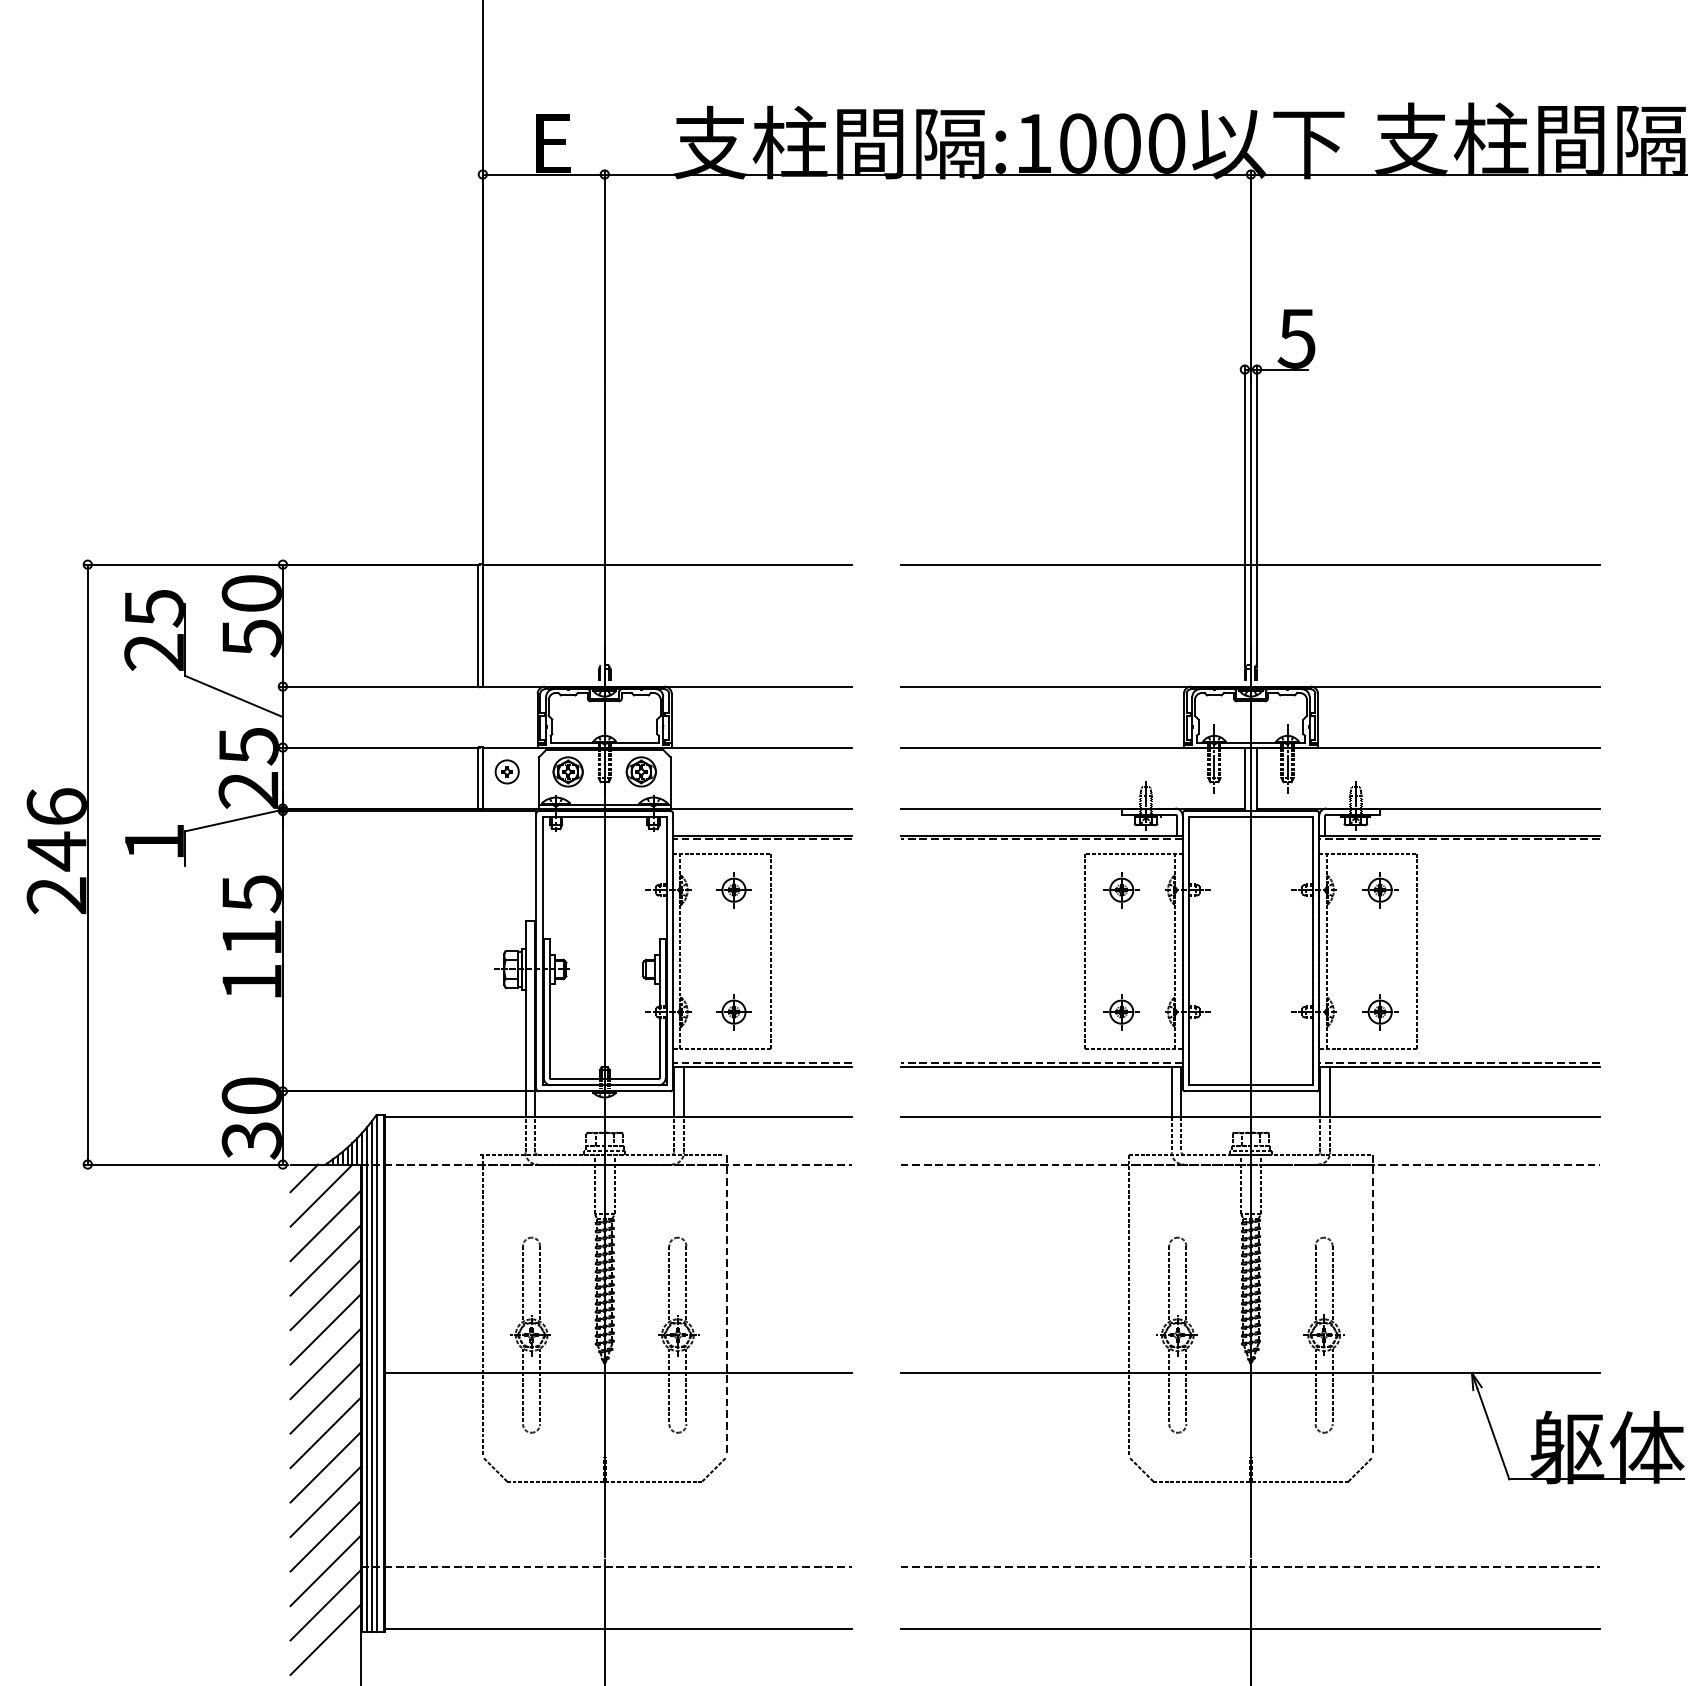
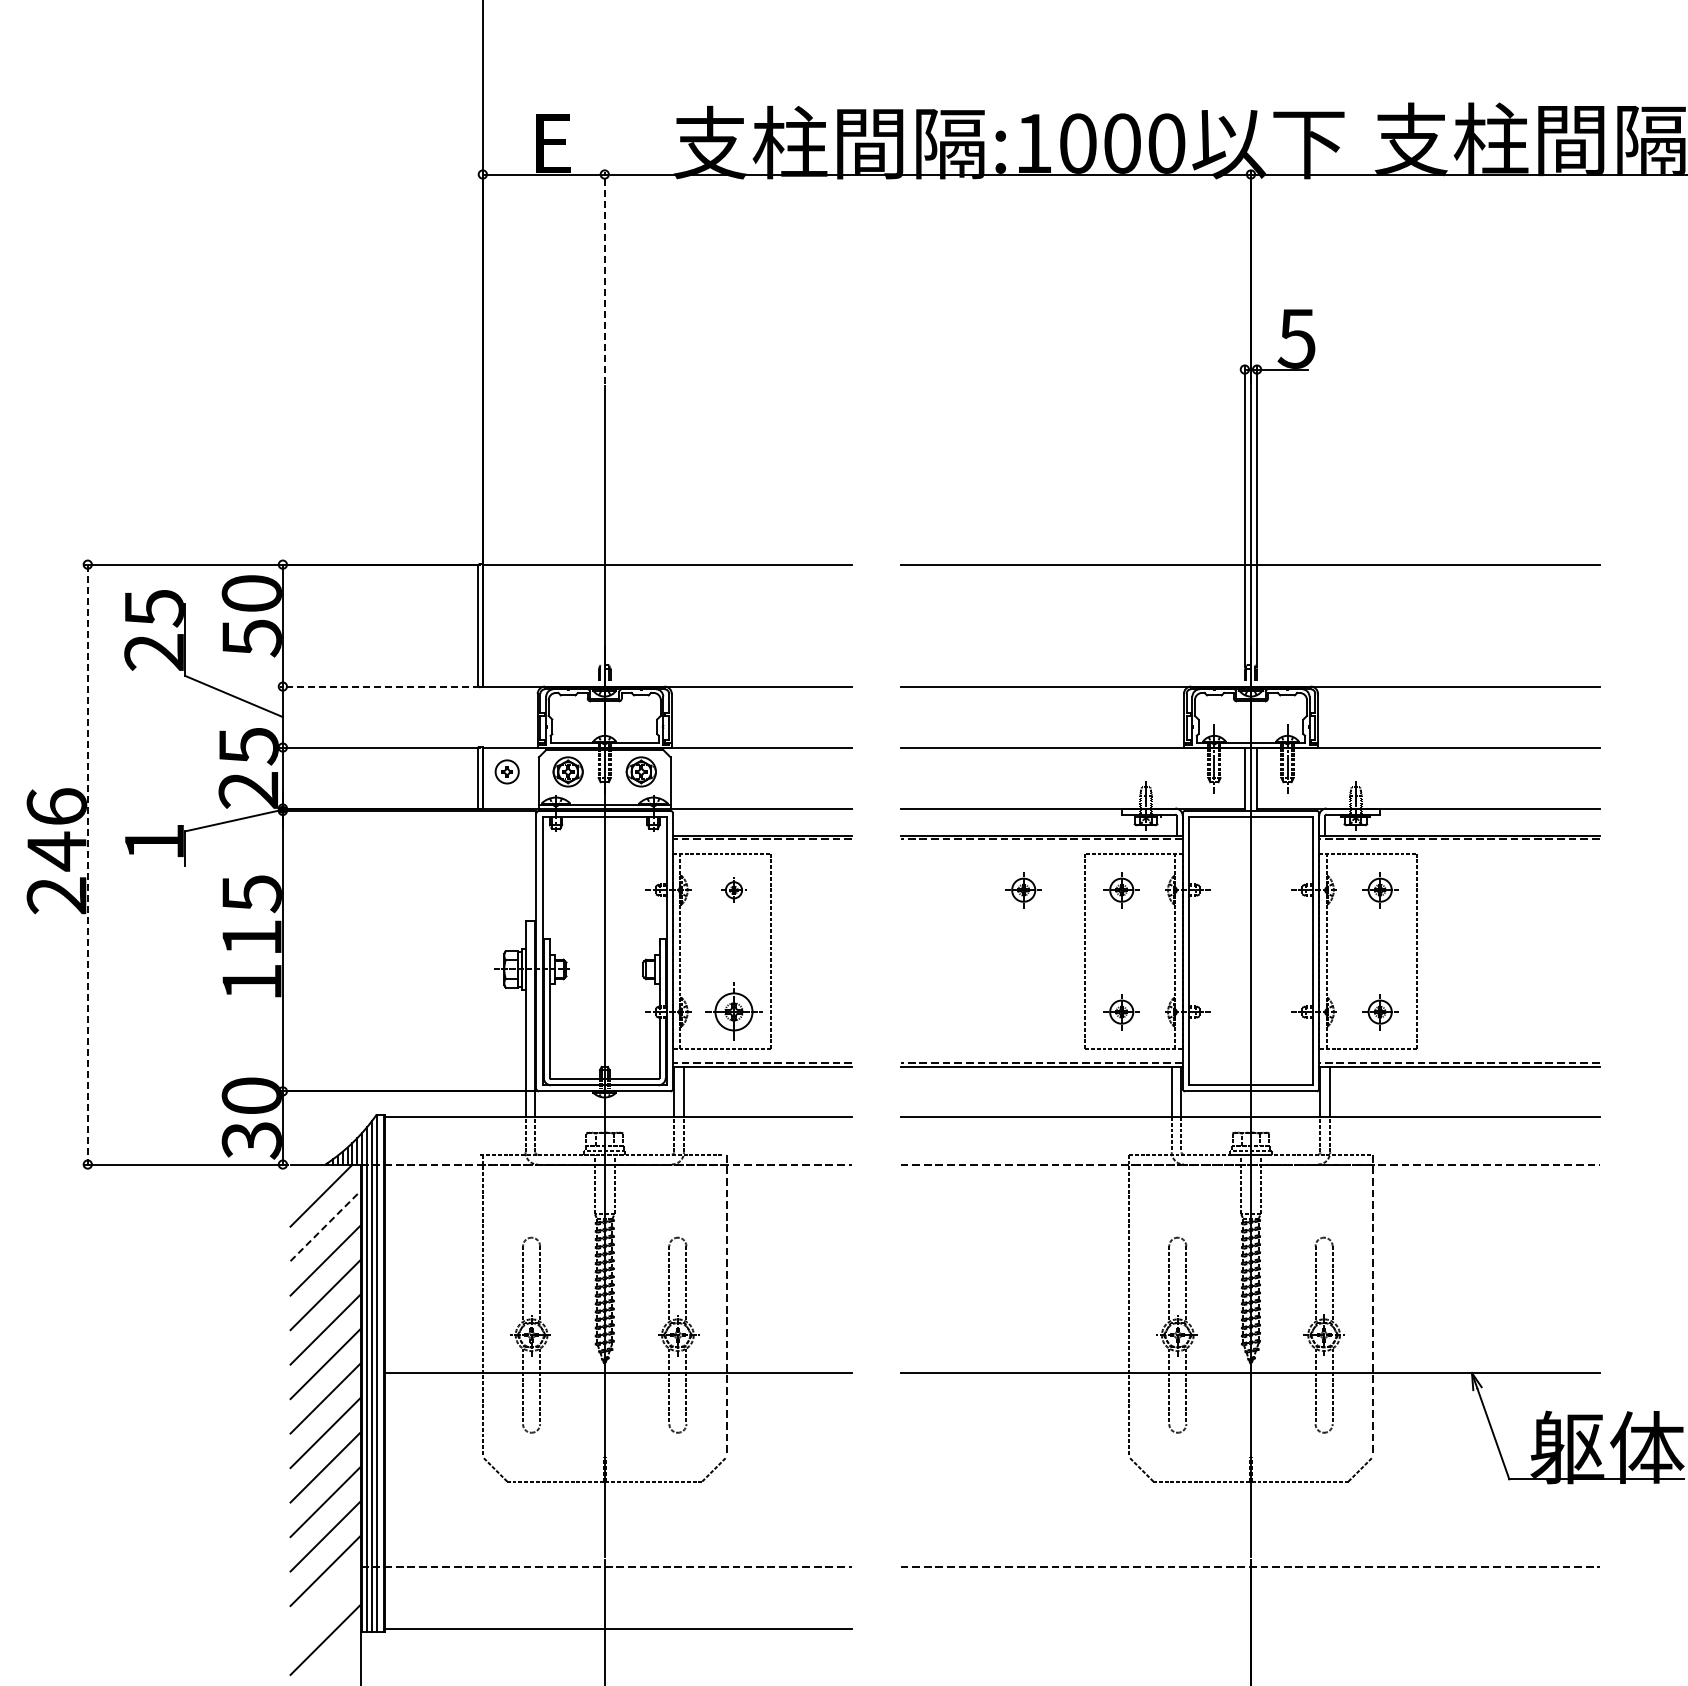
line at (604, 277): solid -> dashed
line at (380, 686): solid -> dashed
line at (87, 864): solid -> dashed
part at (733, 890) size: 36x37 px -> 26x26 px
part at (1023, 890): none -> present
part at (733, 1012) size: 36x37 px -> 58x59 px
line at (304, 1178): present -> none
line at (325, 1225): solid -> dashed
line at (325, 1605): present -> none
line at (1249, 1629): present -> none
